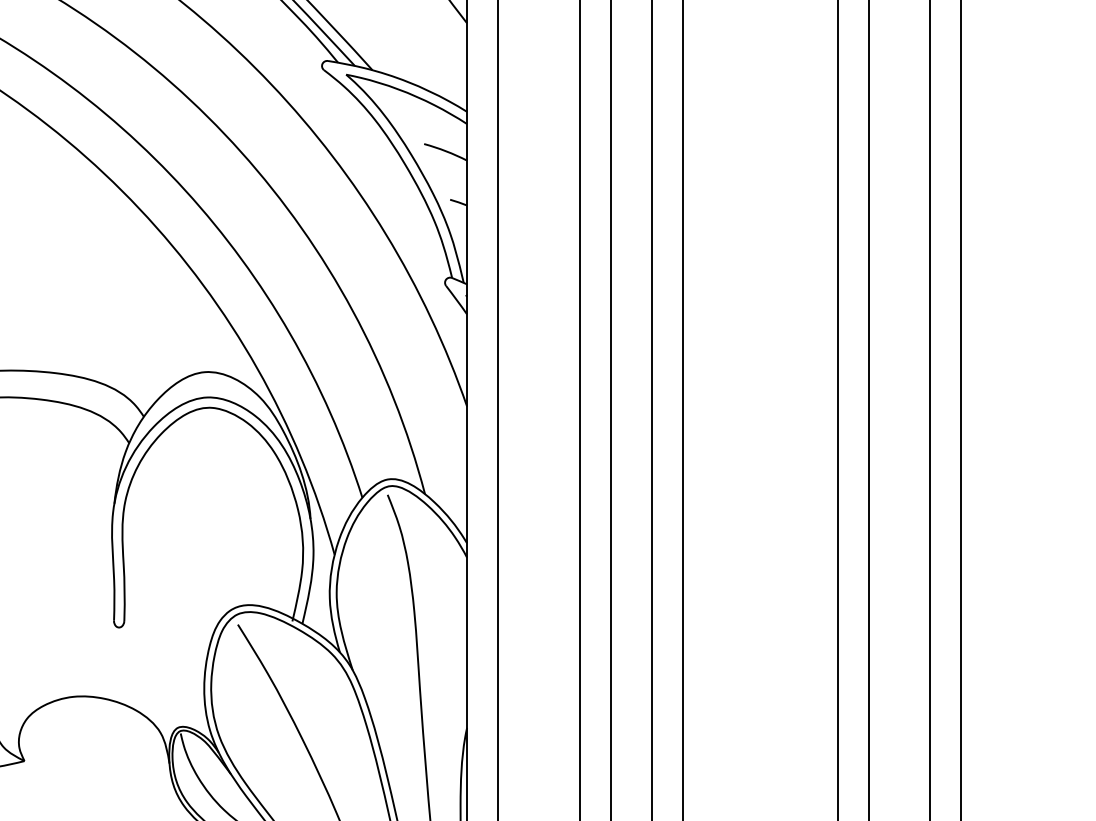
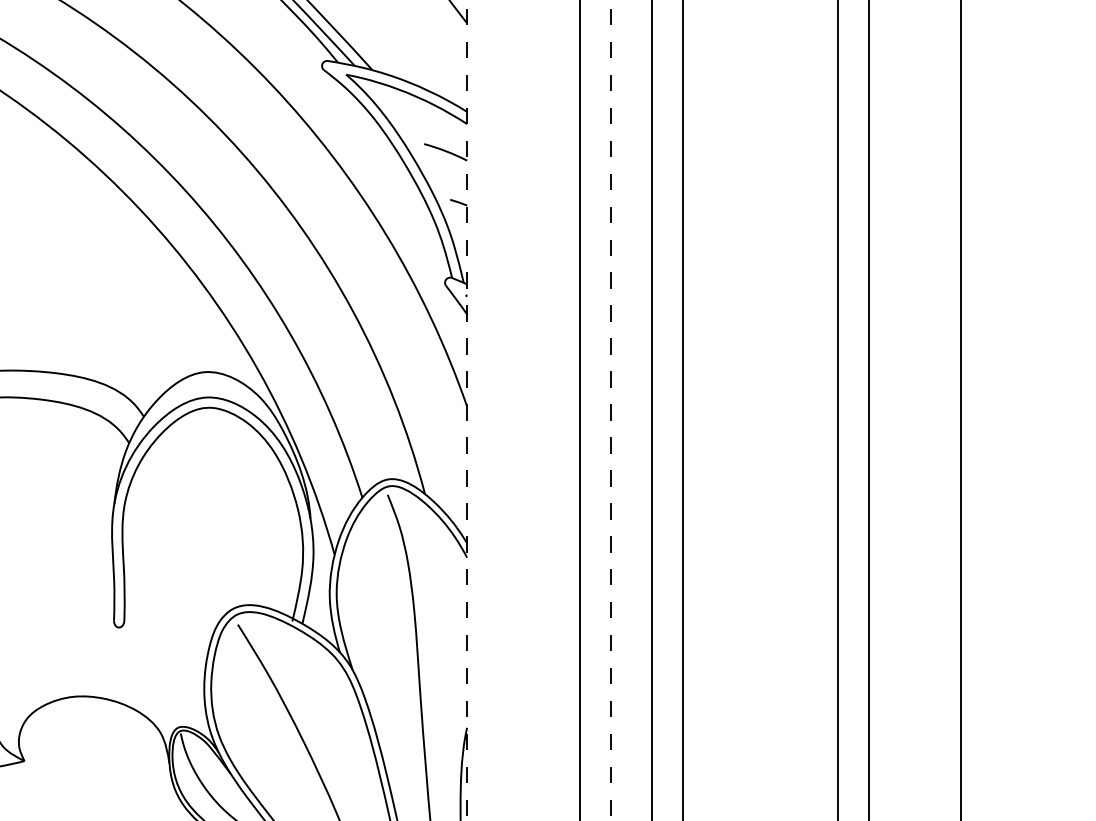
line at (498, 409): present -> none
line at (930, 409): present -> none
line at (467, 410): solid -> dashed
line at (611, 410): solid -> dashed
